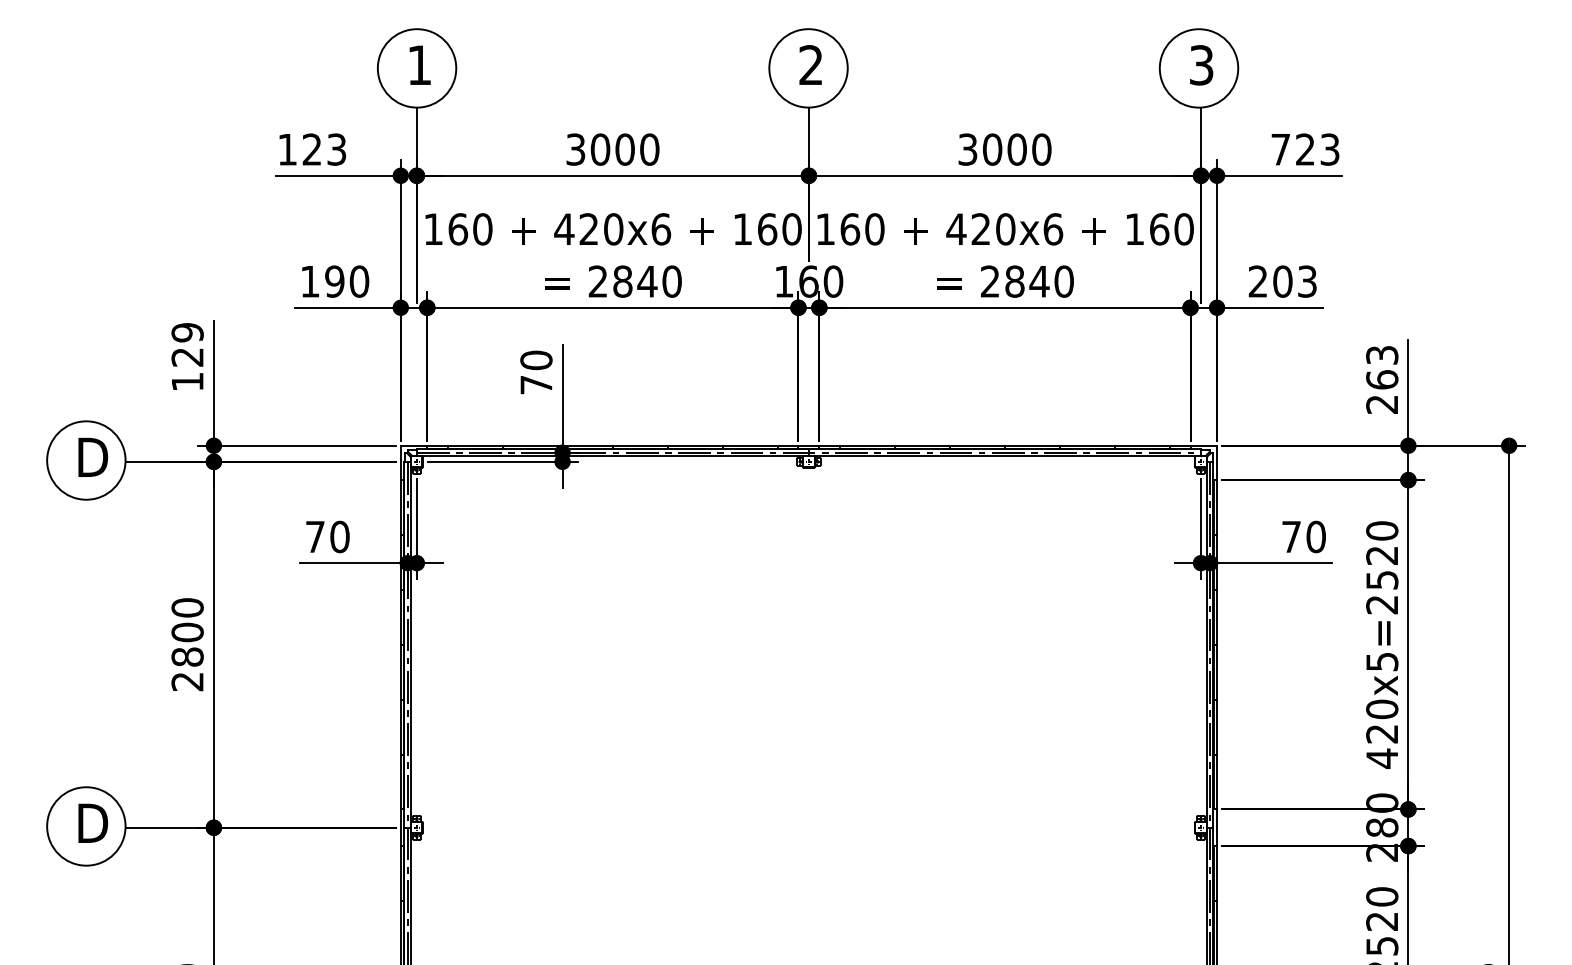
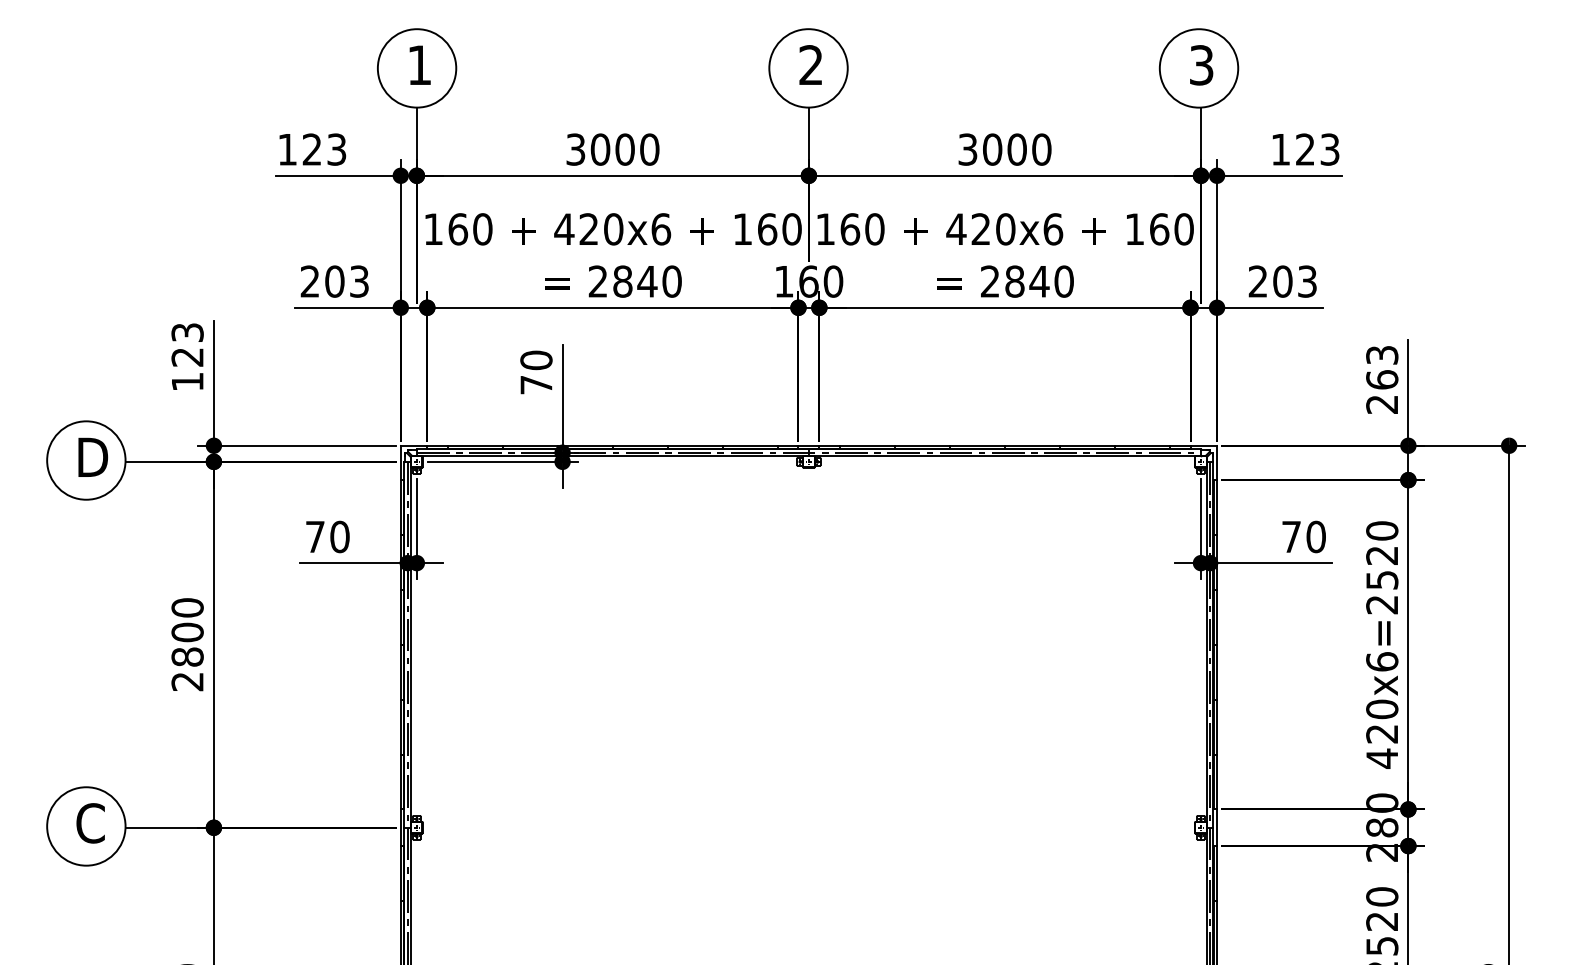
text at (1280, 149): 723 -> 123
text at (334, 281): 190 -> 203
text at (187, 332): 129 -> 123
text at (1382, 661): 420x5=2520 -> 420x6=2520
text at (92, 823): D -> C
